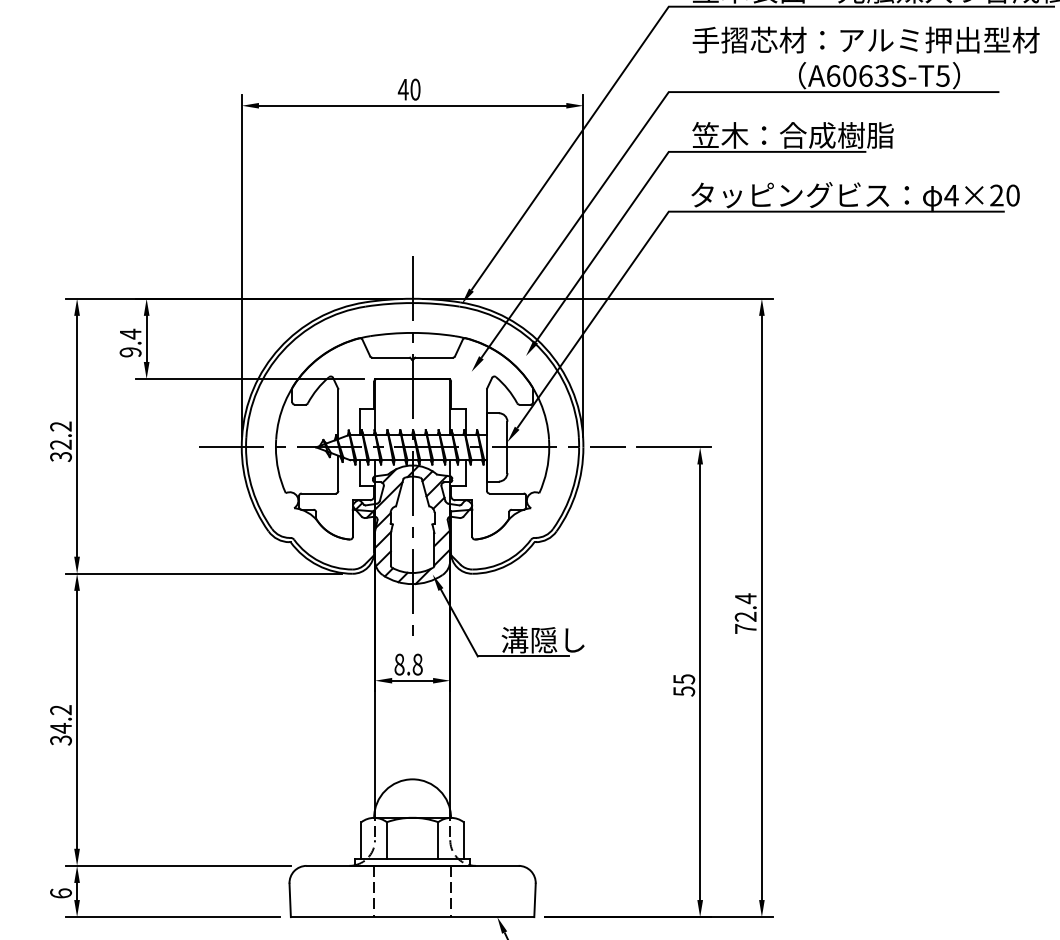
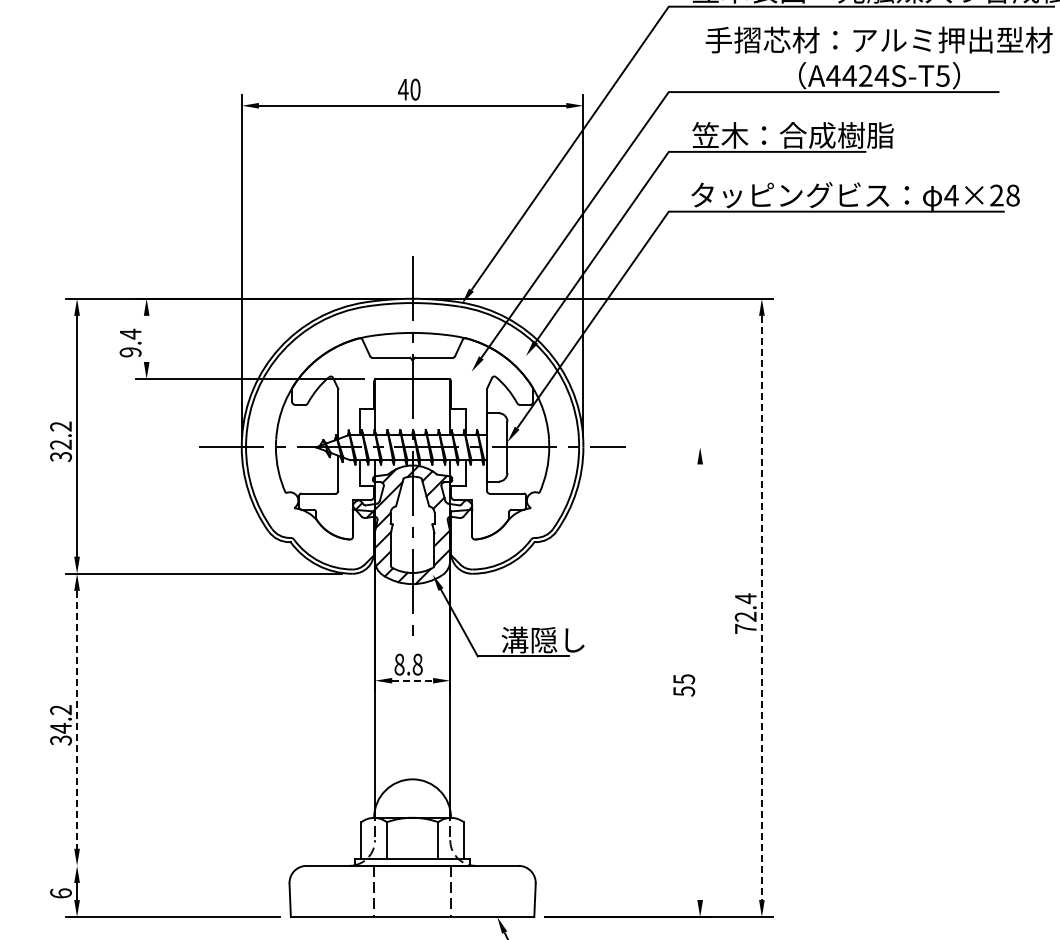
text at (865, 39) position: (865, 39) -> (878, 39)
text at (857, 75): A6063S-T5 -> A4424S-T5
text at (1012, 195): 4×20 -> 4×28
line at (146, 338): present -> none
line at (673, 447): present -> none
line at (761, 608): solid -> dashed
line at (413, 680): solid -> dashed
line at (700, 682): present -> none
line at (77, 719): solid -> dashed
line at (178, 865): present -> none
